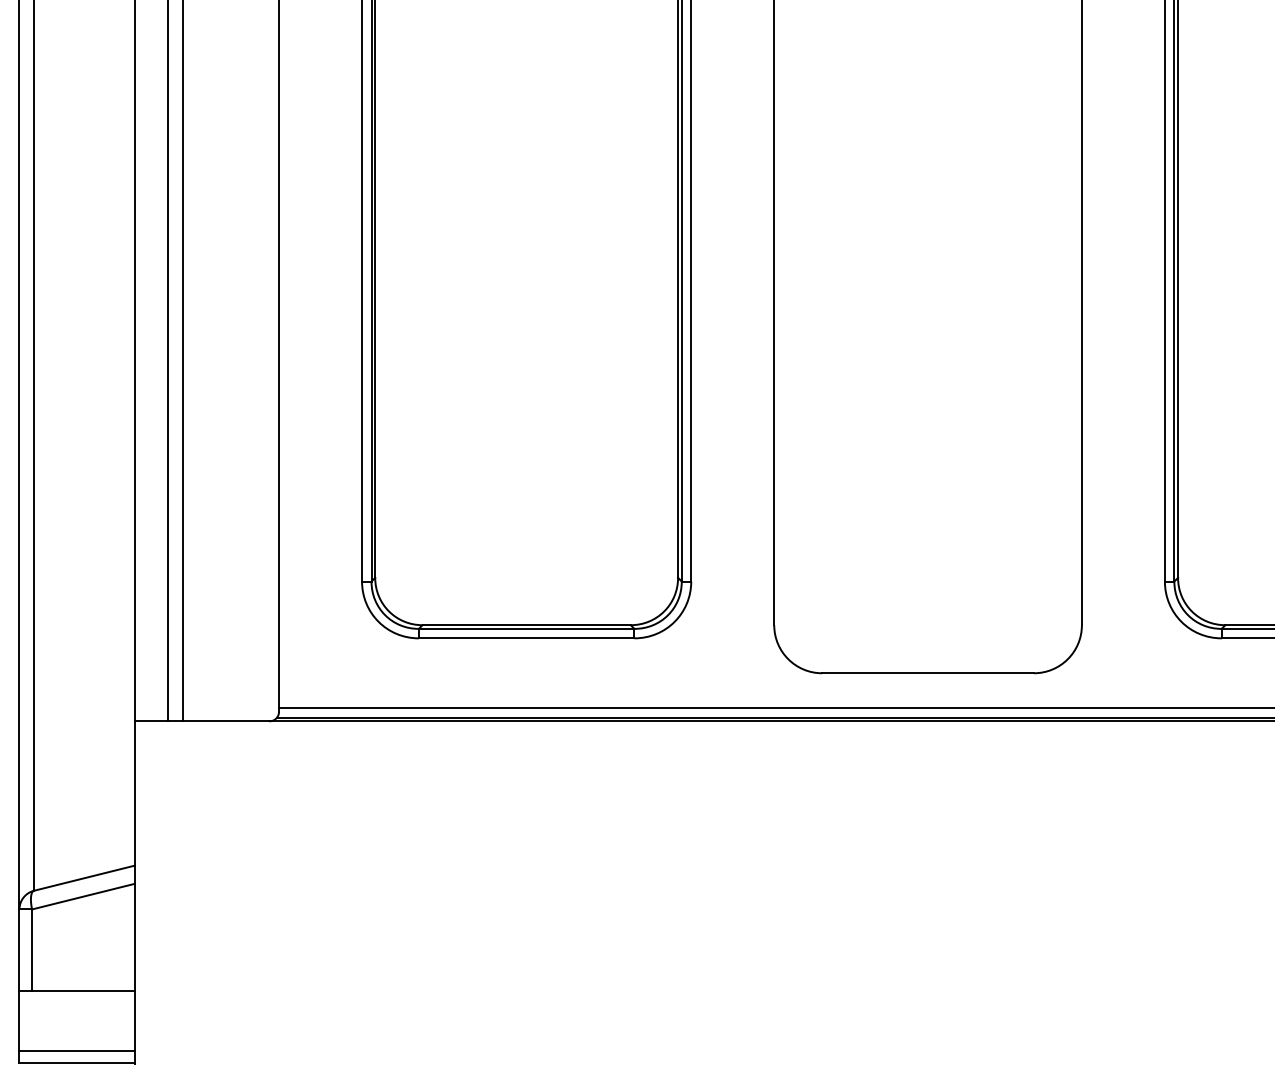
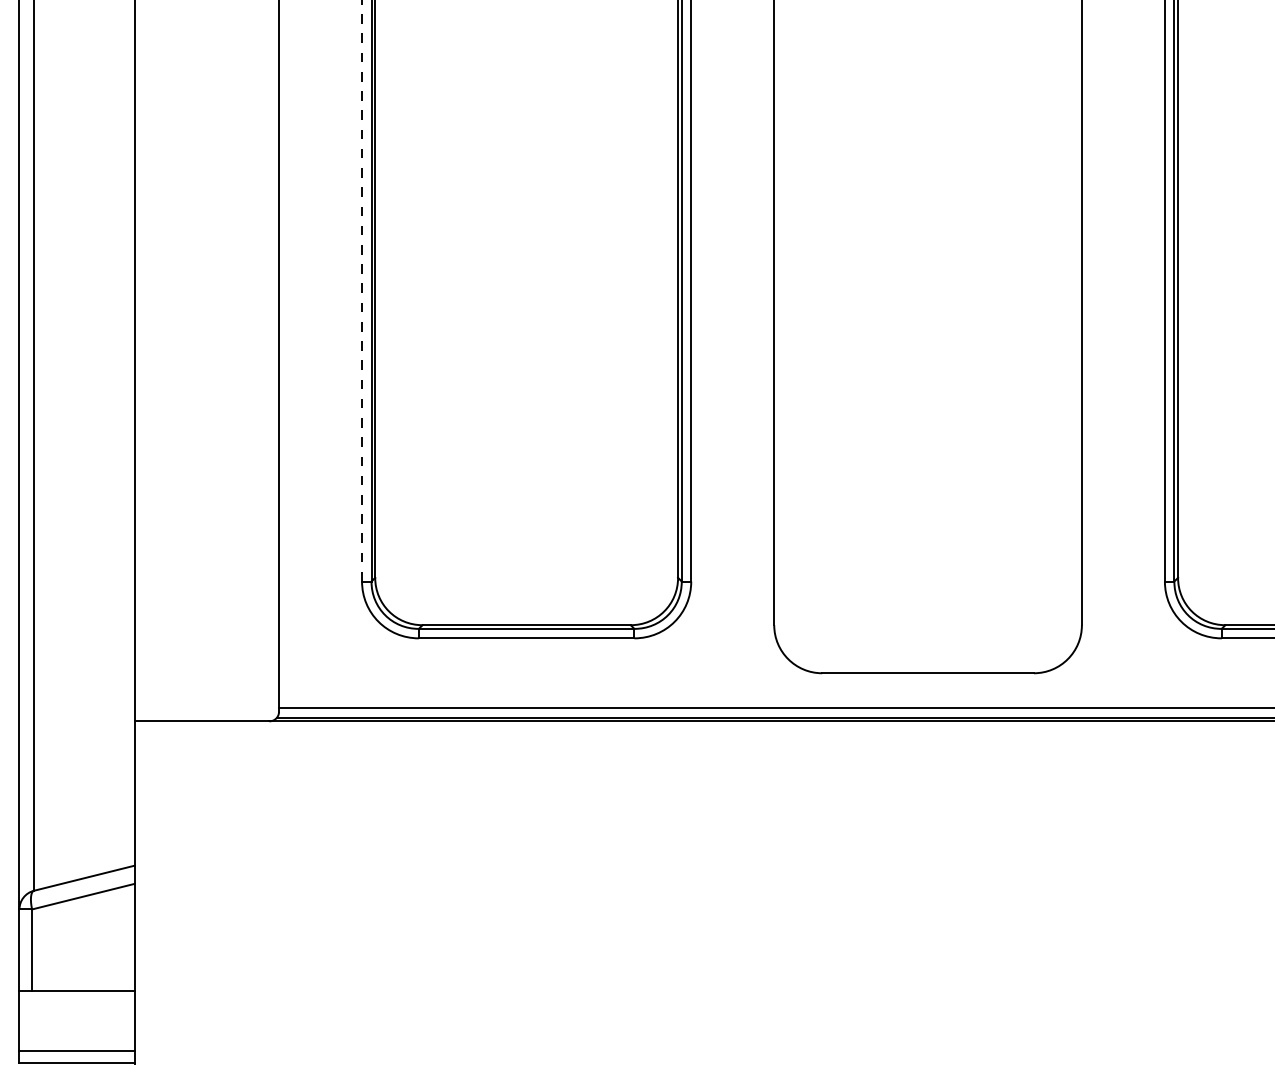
line at (362, 290): solid -> dashed
line at (168, 361): present -> none
line at (182, 361): present -> none
